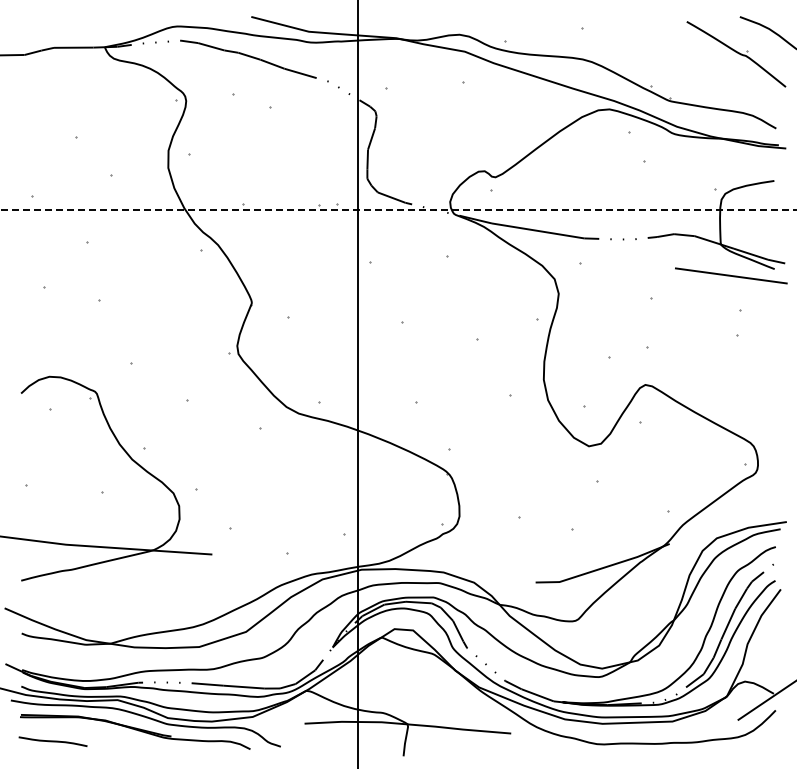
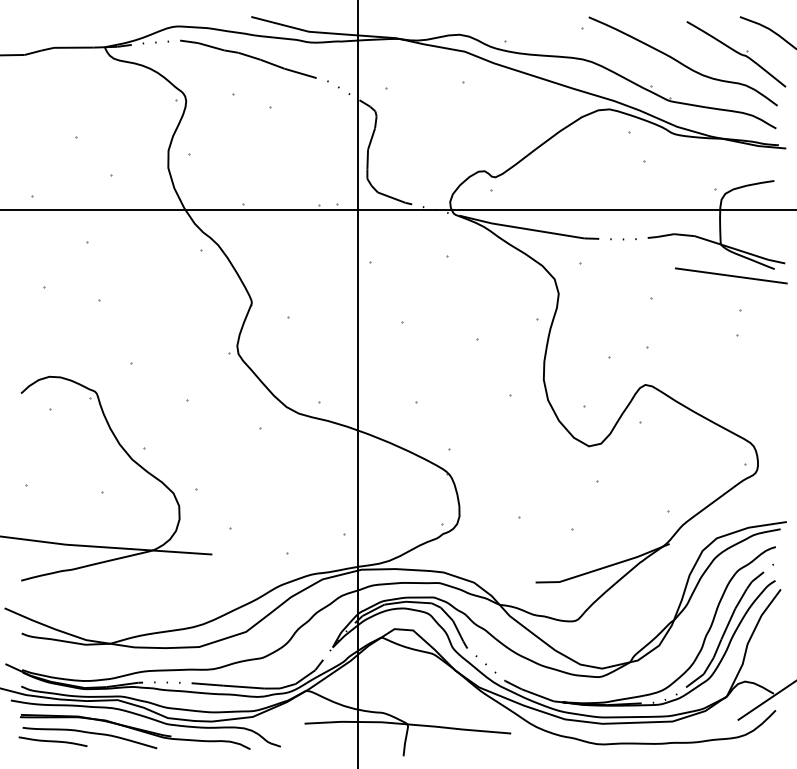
curve at (681, 62): none -> present
line at (398, 209): dashed -> solid
curve at (89, 733): none -> present
